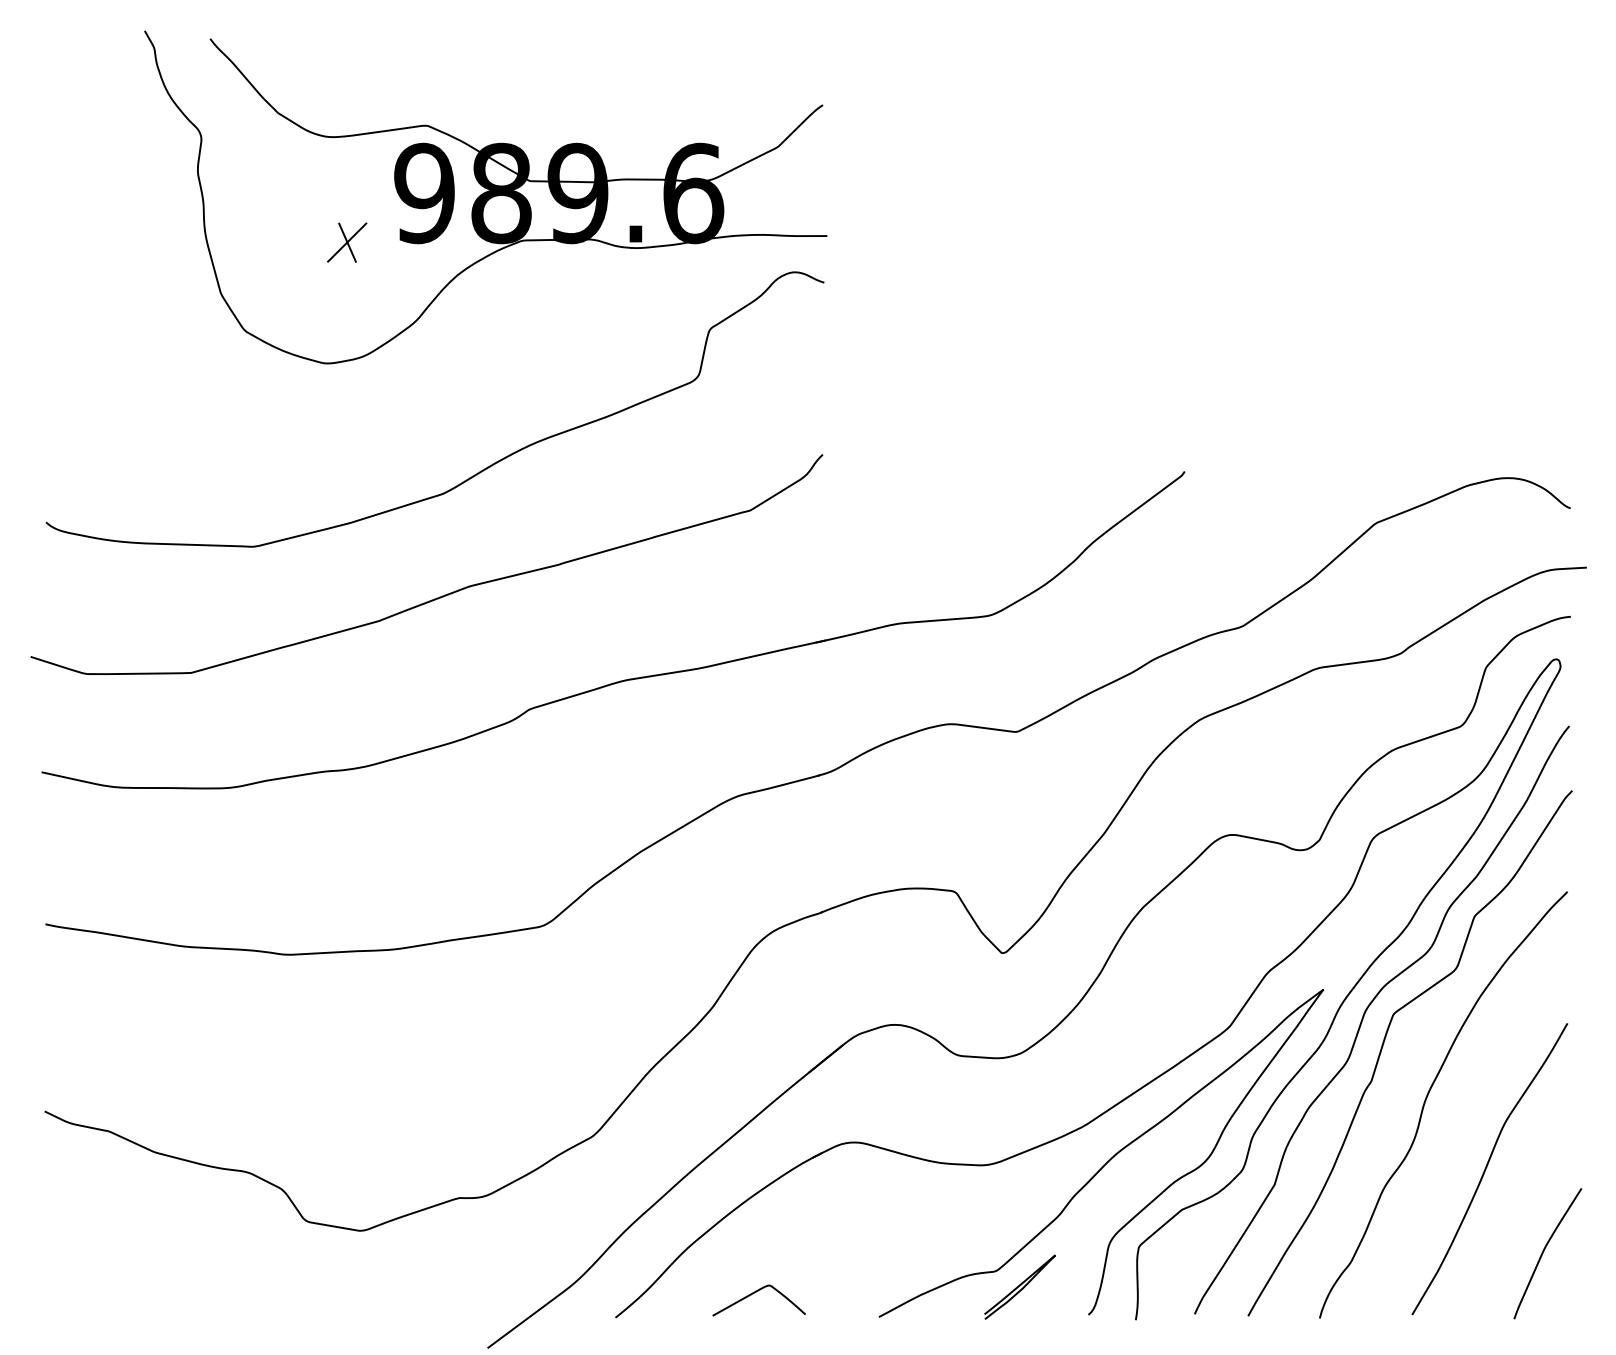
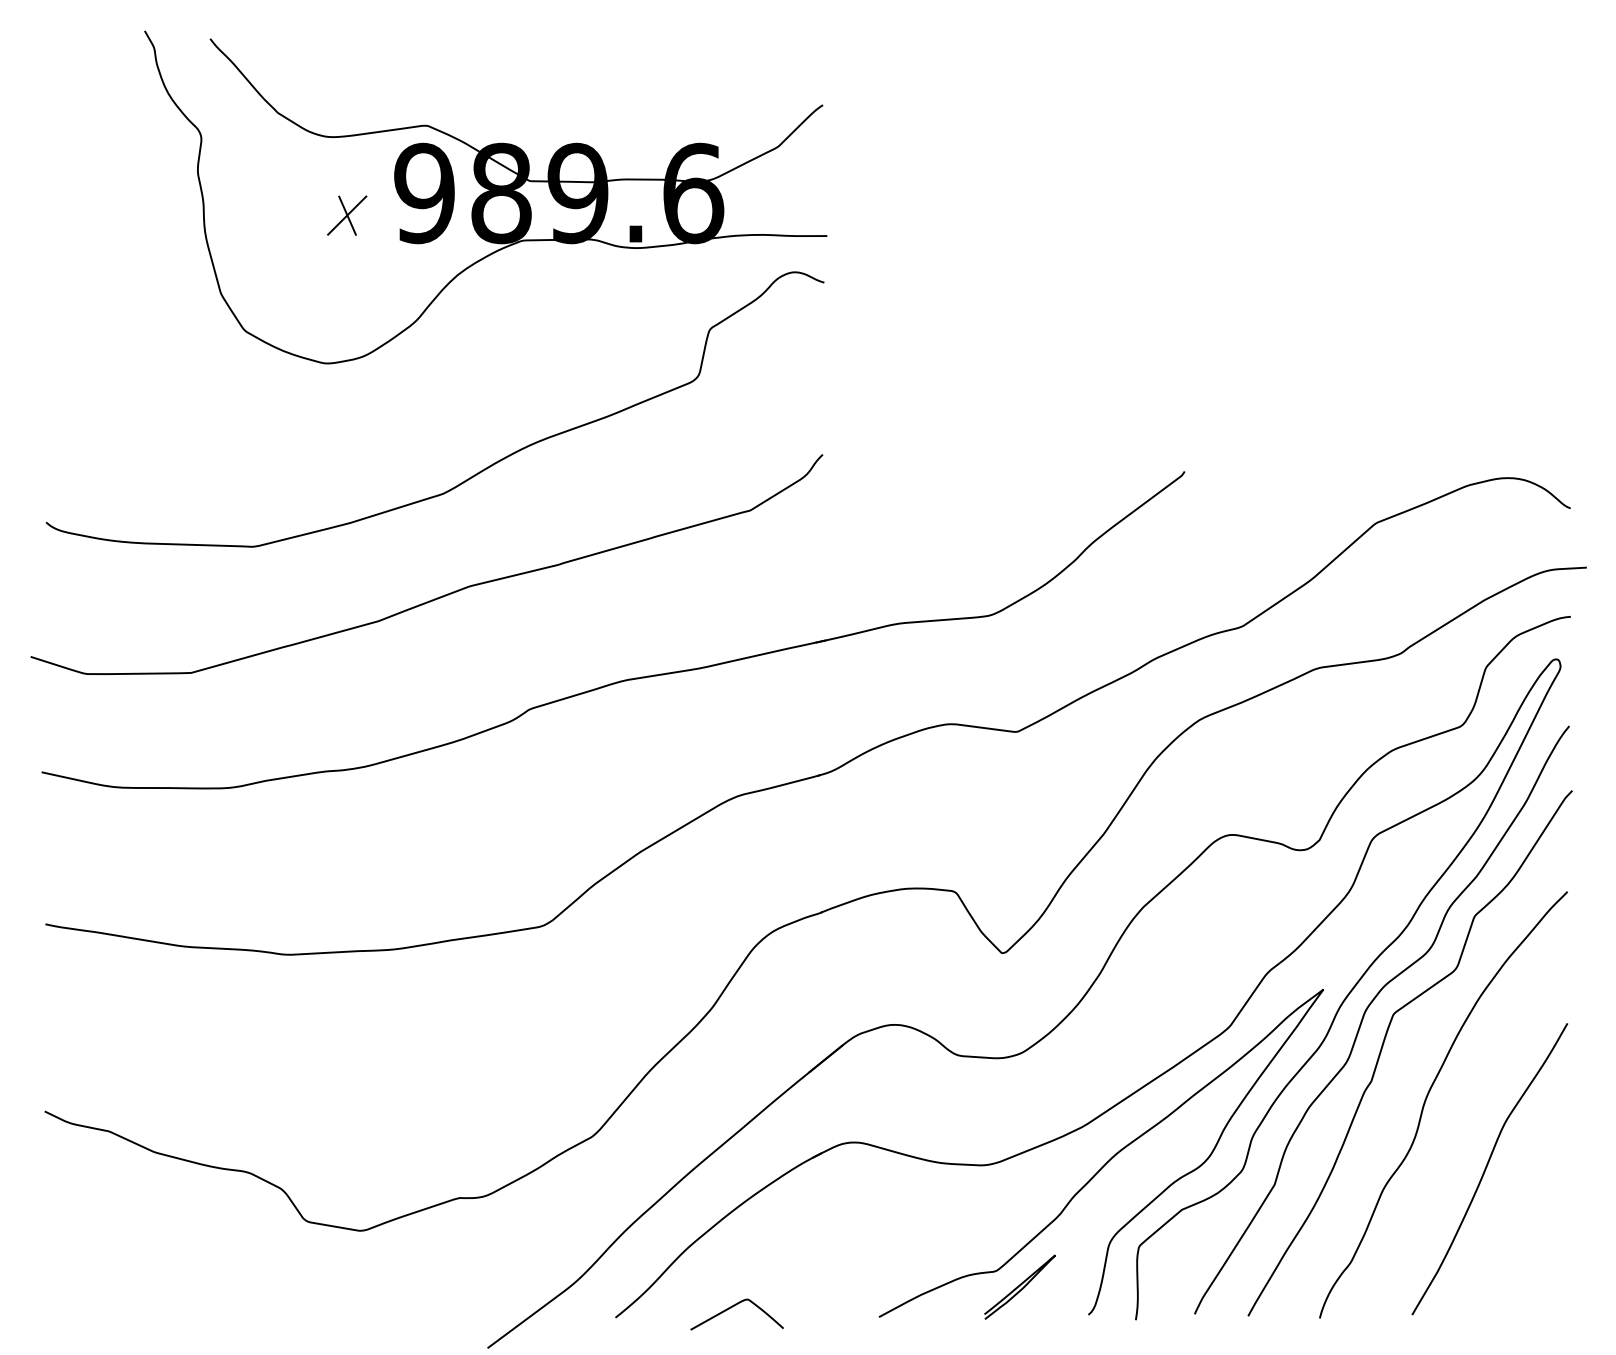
part at (347, 242) position: (347, 242) -> (347, 215)
curve at (1544, 1251): present -> none
curve at (753, 1294) position: (753, 1294) -> (731, 1308)
